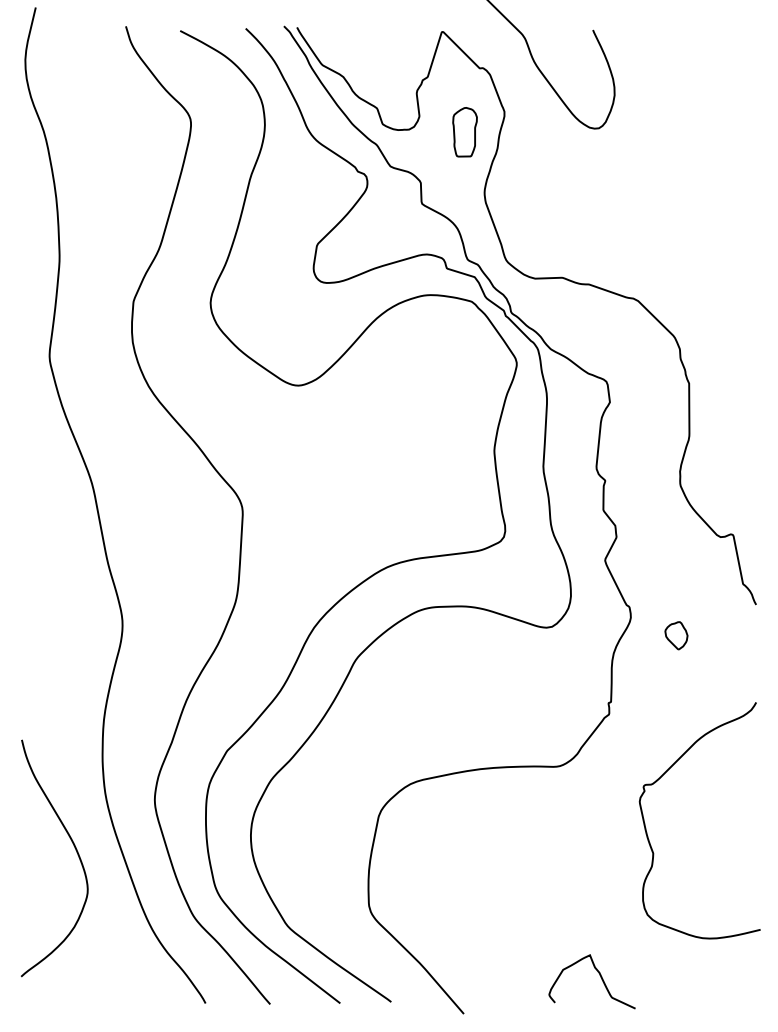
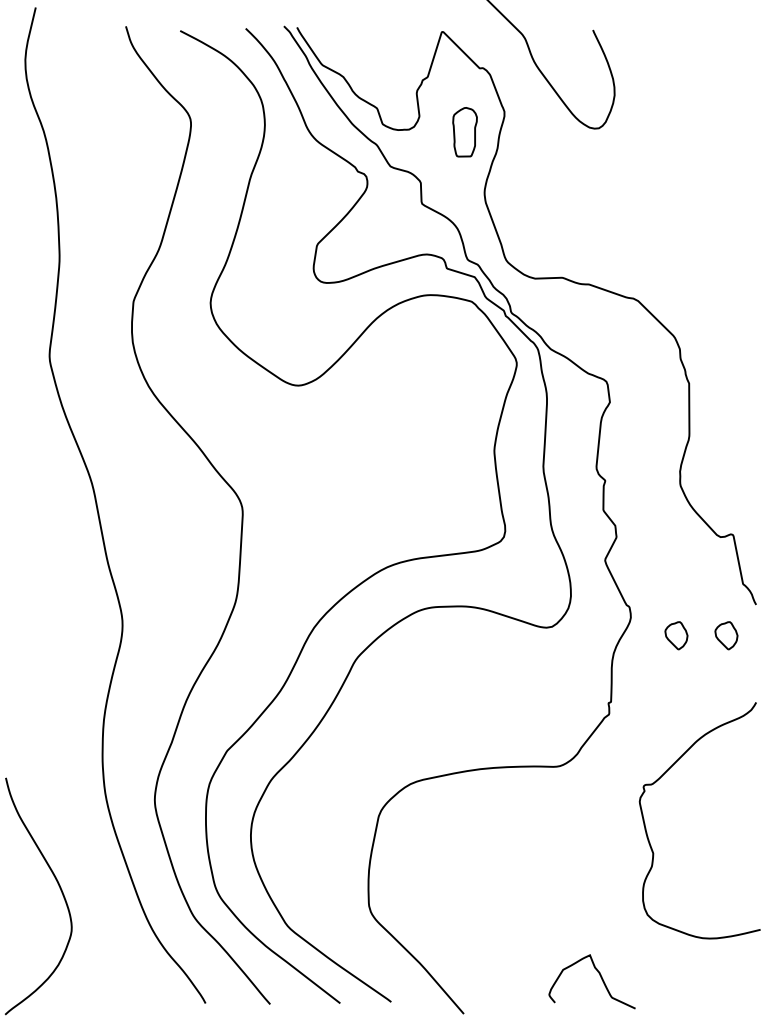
part at (726, 635): none -> present
curve at (74, 848) position: (74, 848) -> (58, 886)
